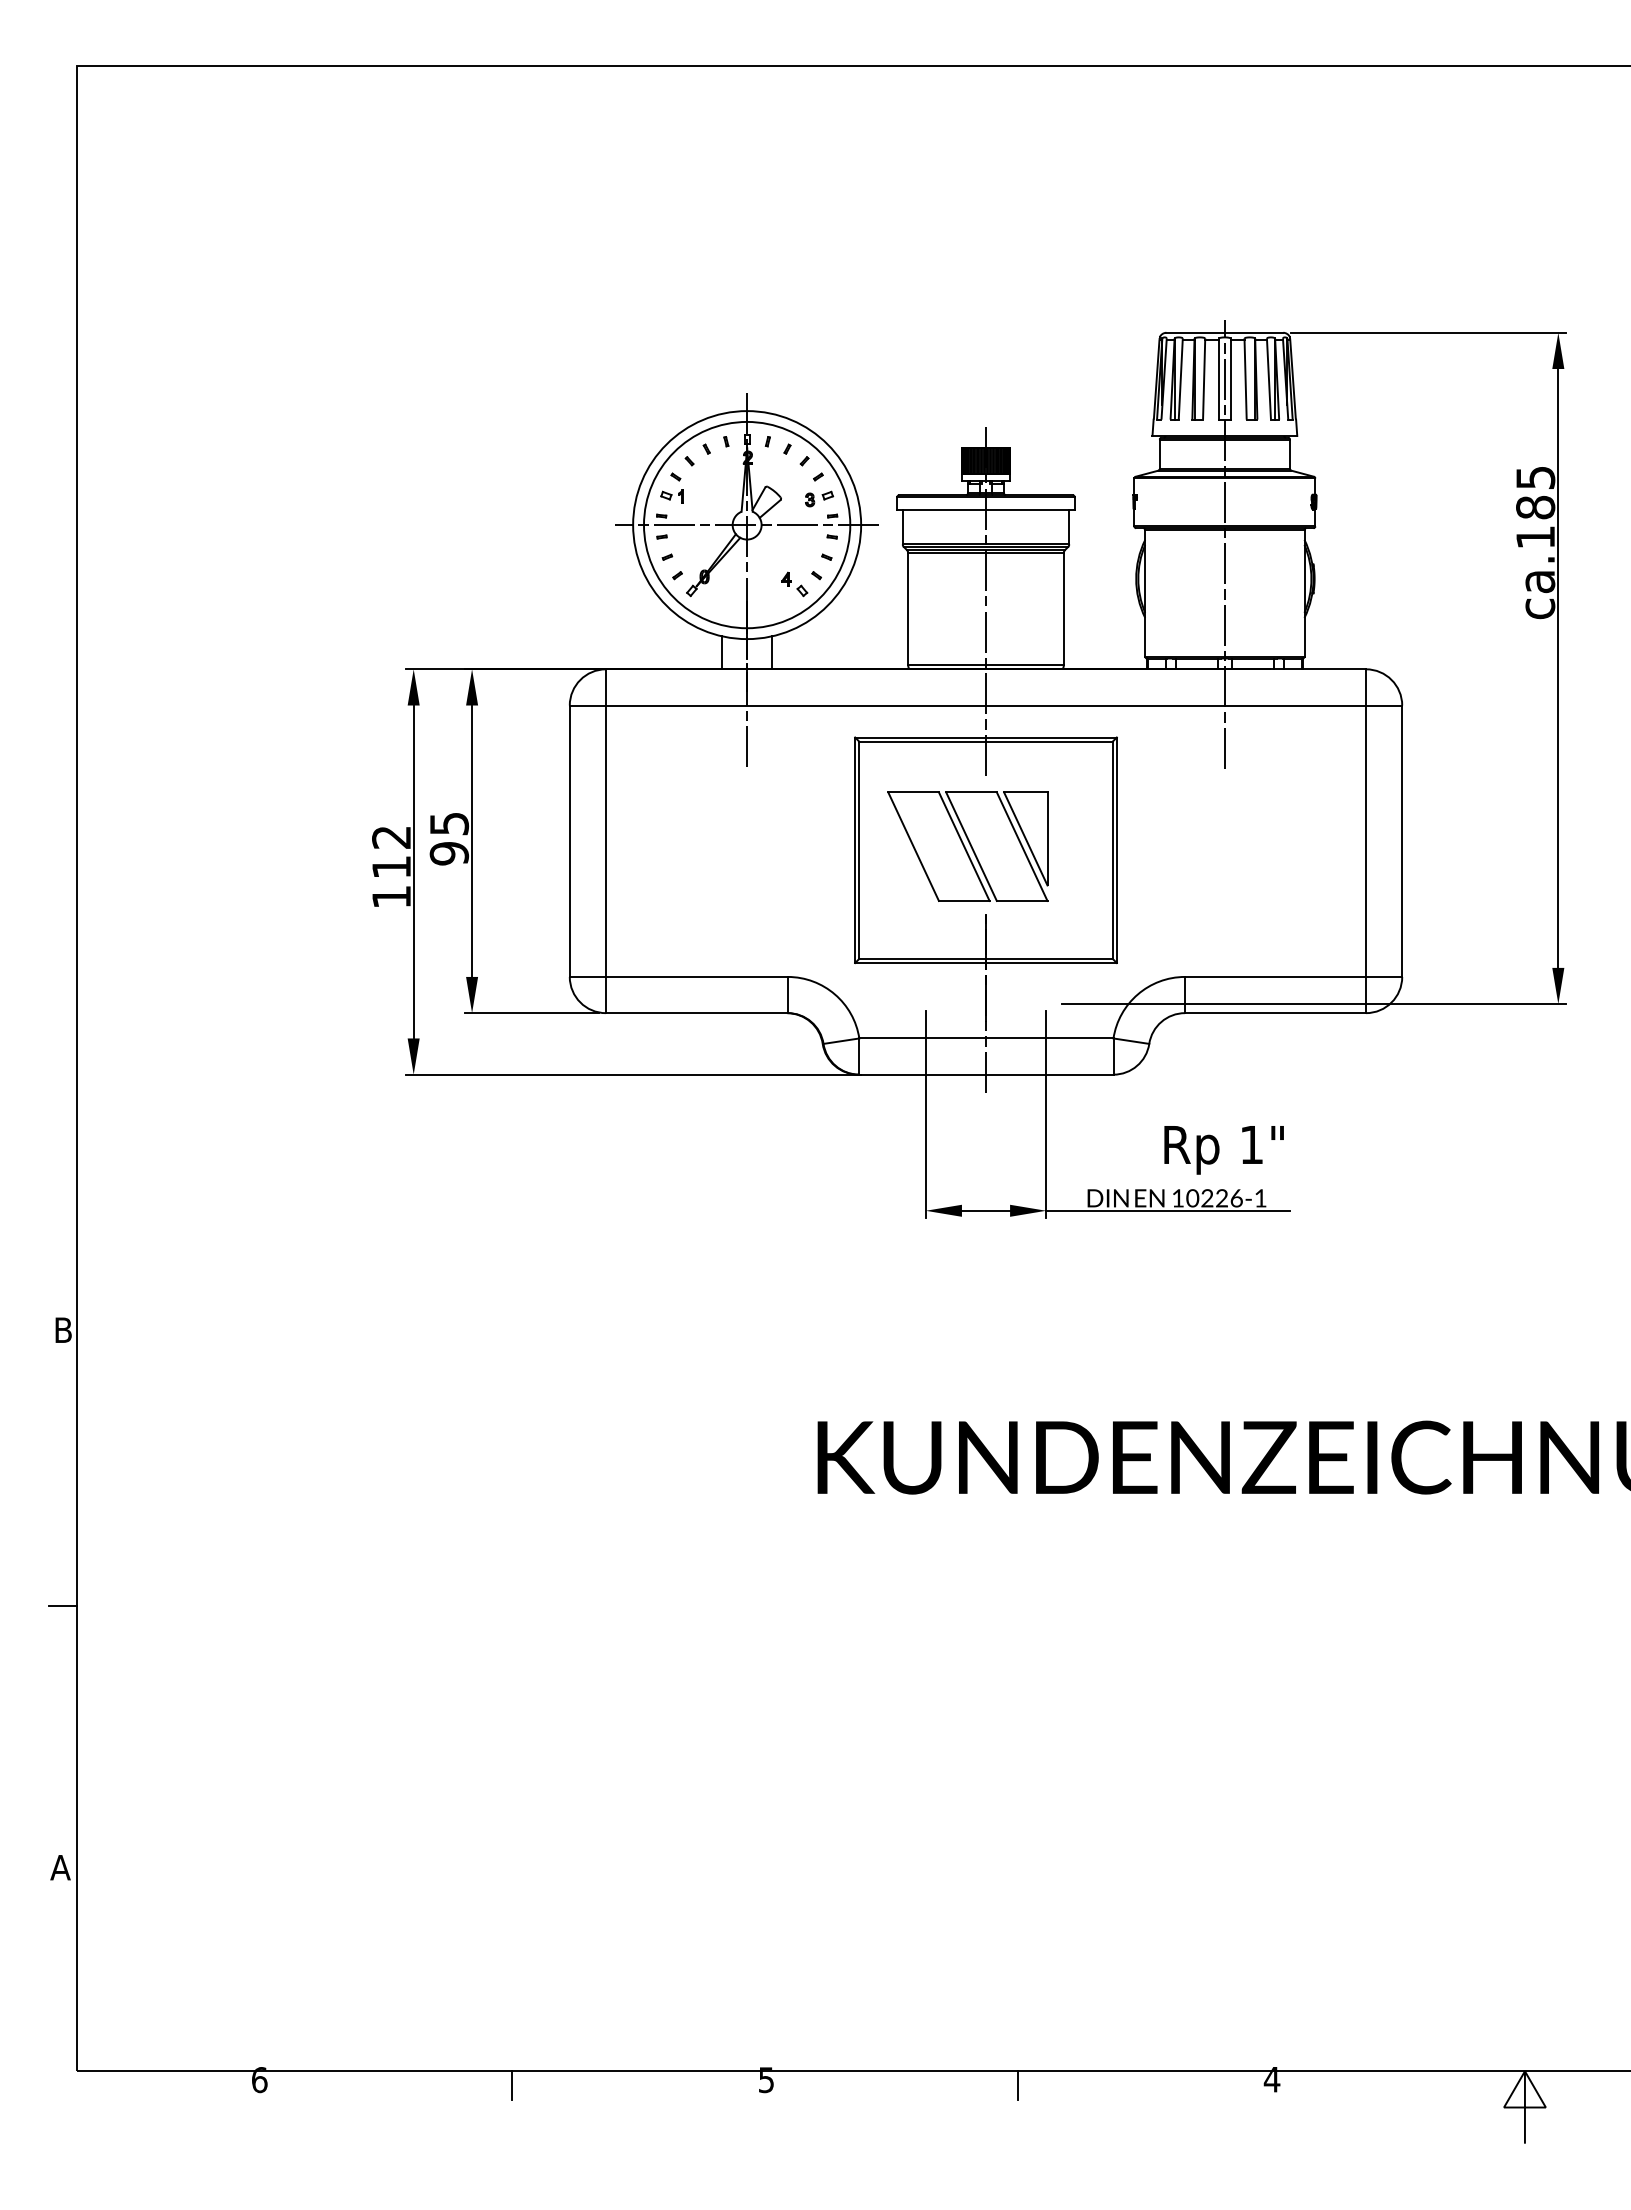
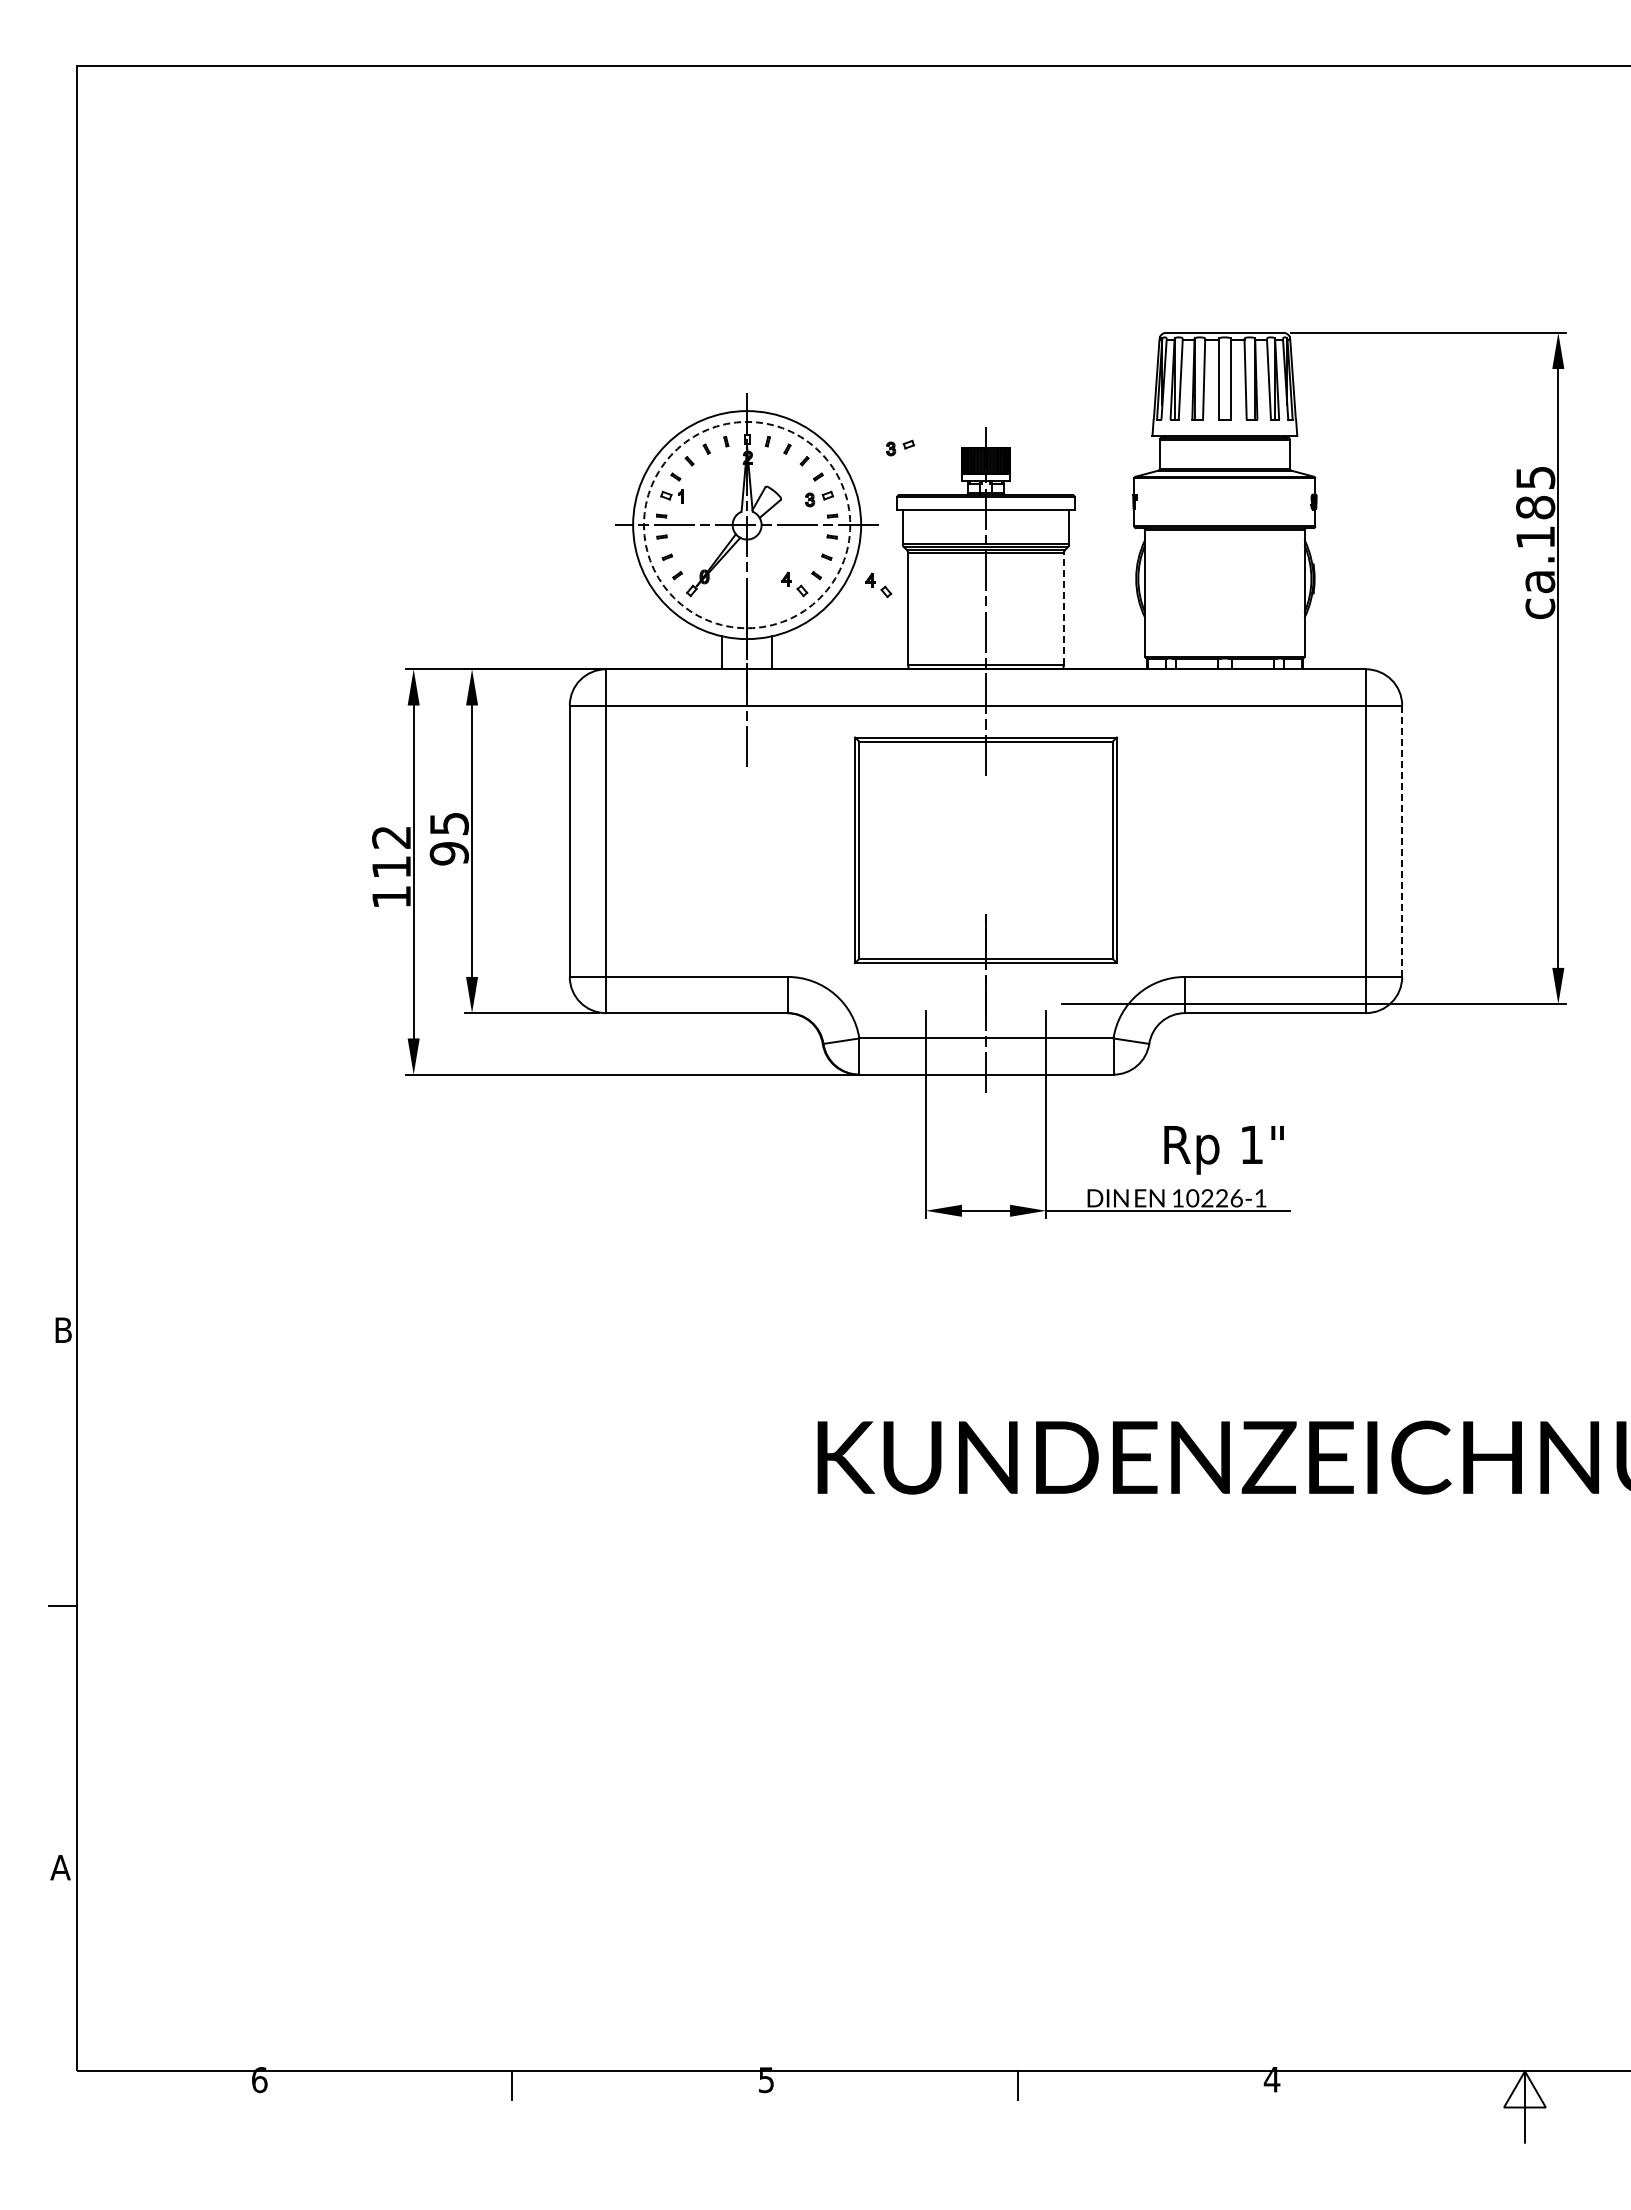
part at (900, 447): none -> present
circle at (746, 524): solid -> dashed
line at (1224, 544): present -> none
part at (878, 585): none -> present
line at (1063, 608): solid -> dashed
line at (1402, 841): solid -> dashed
part at (967, 846): present -> none
